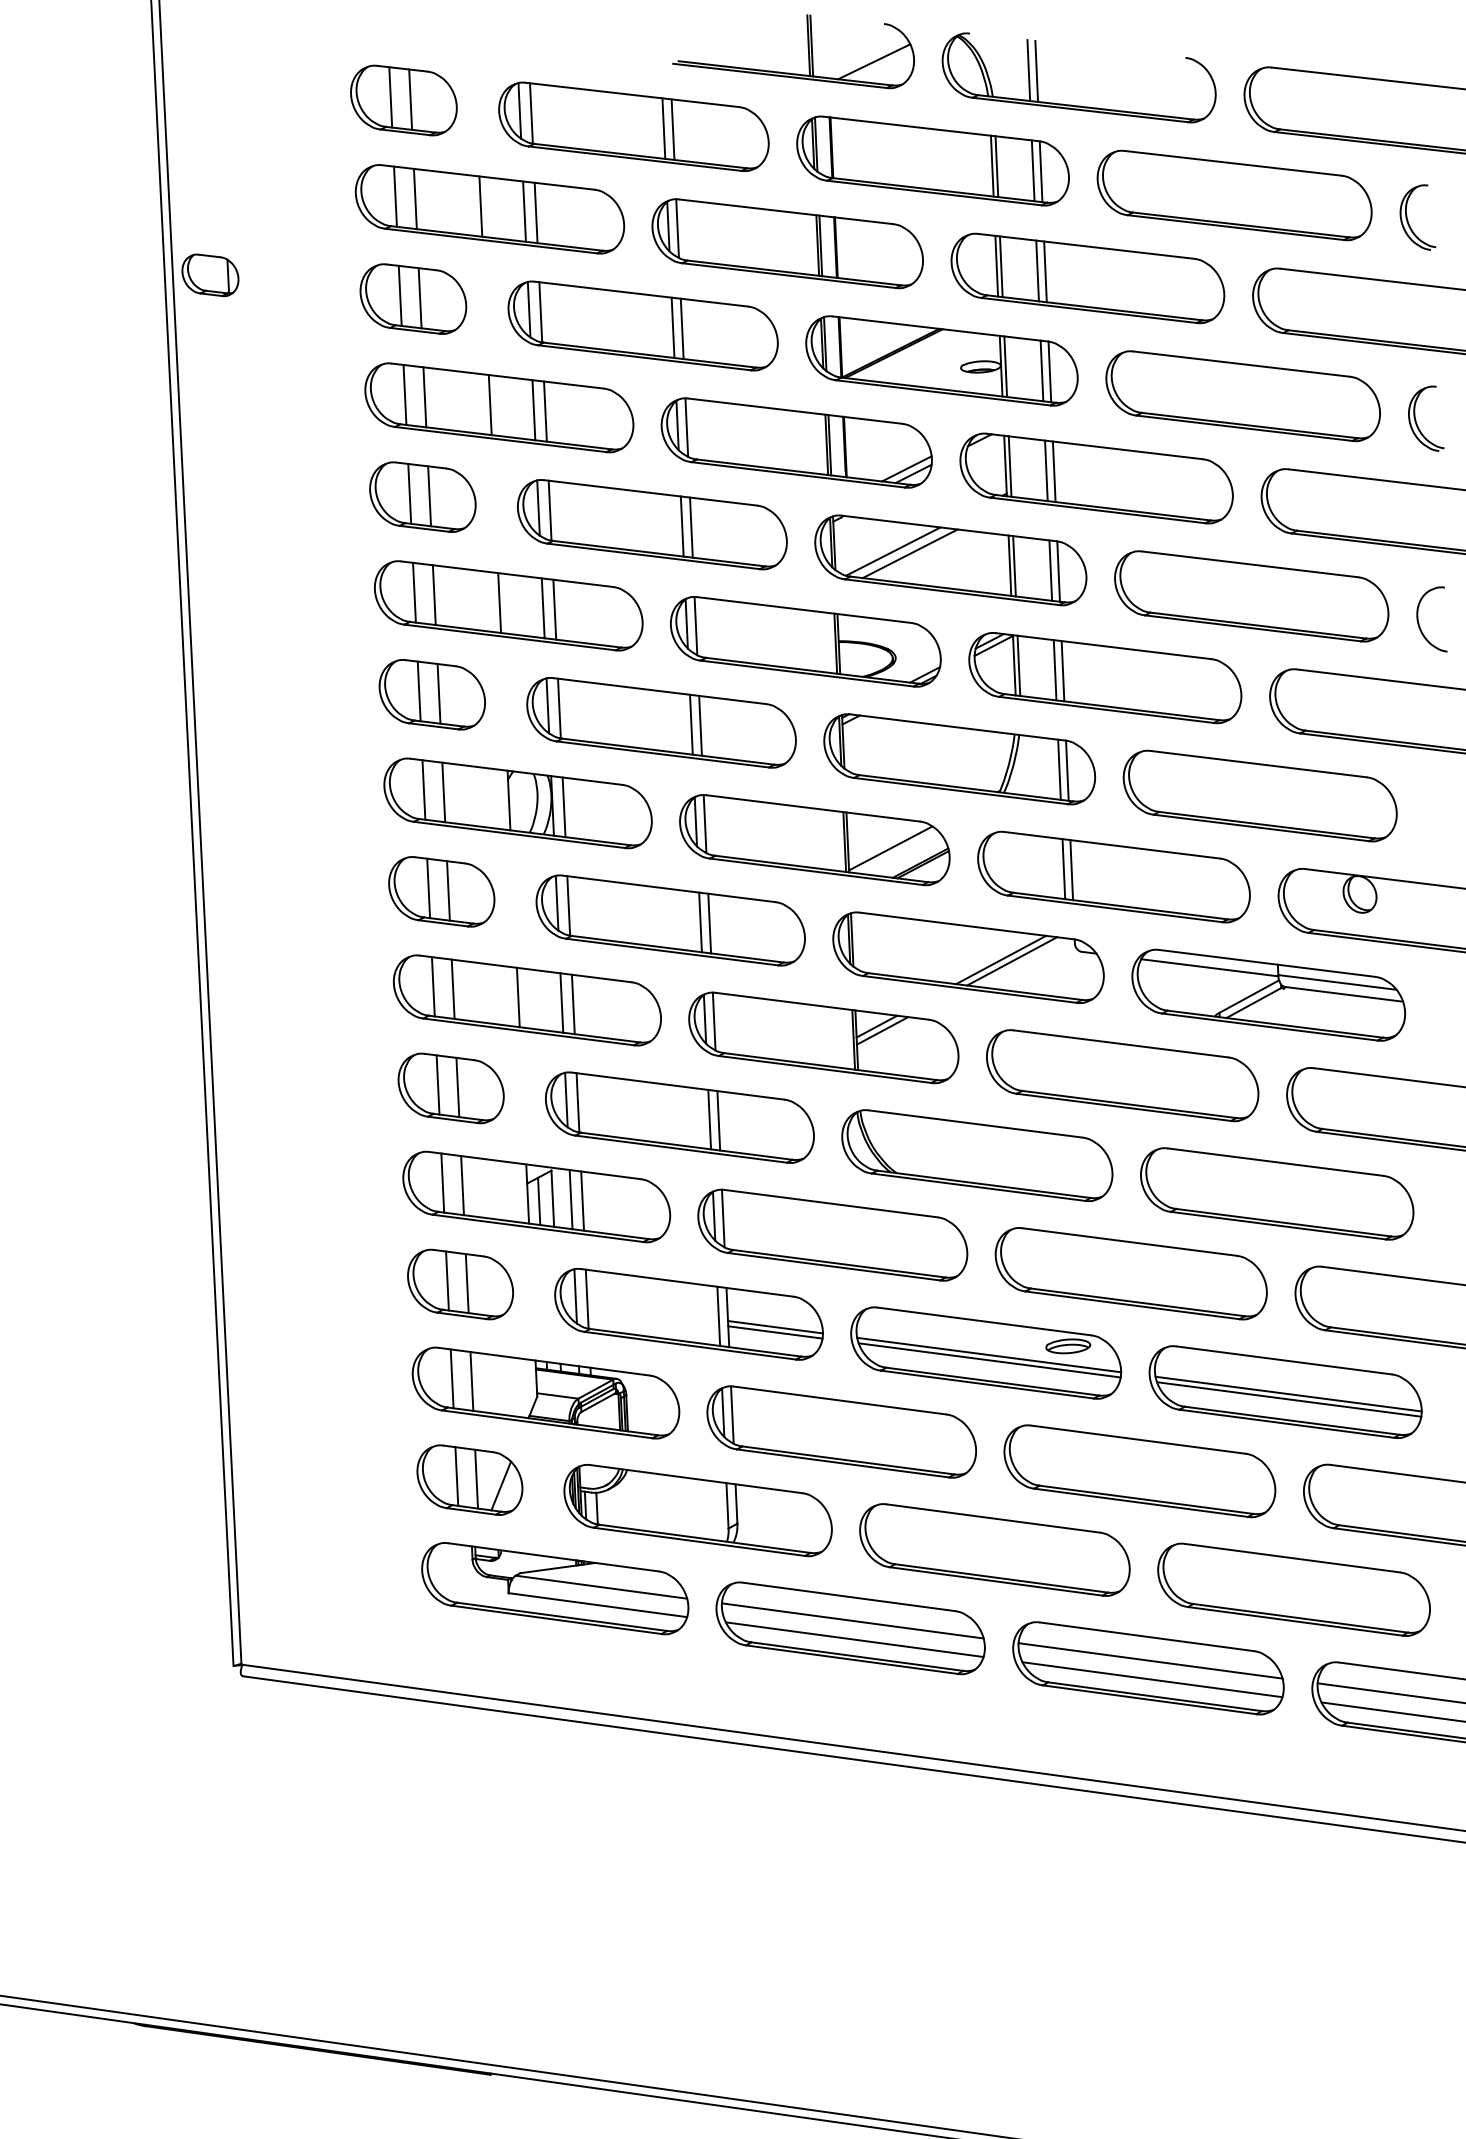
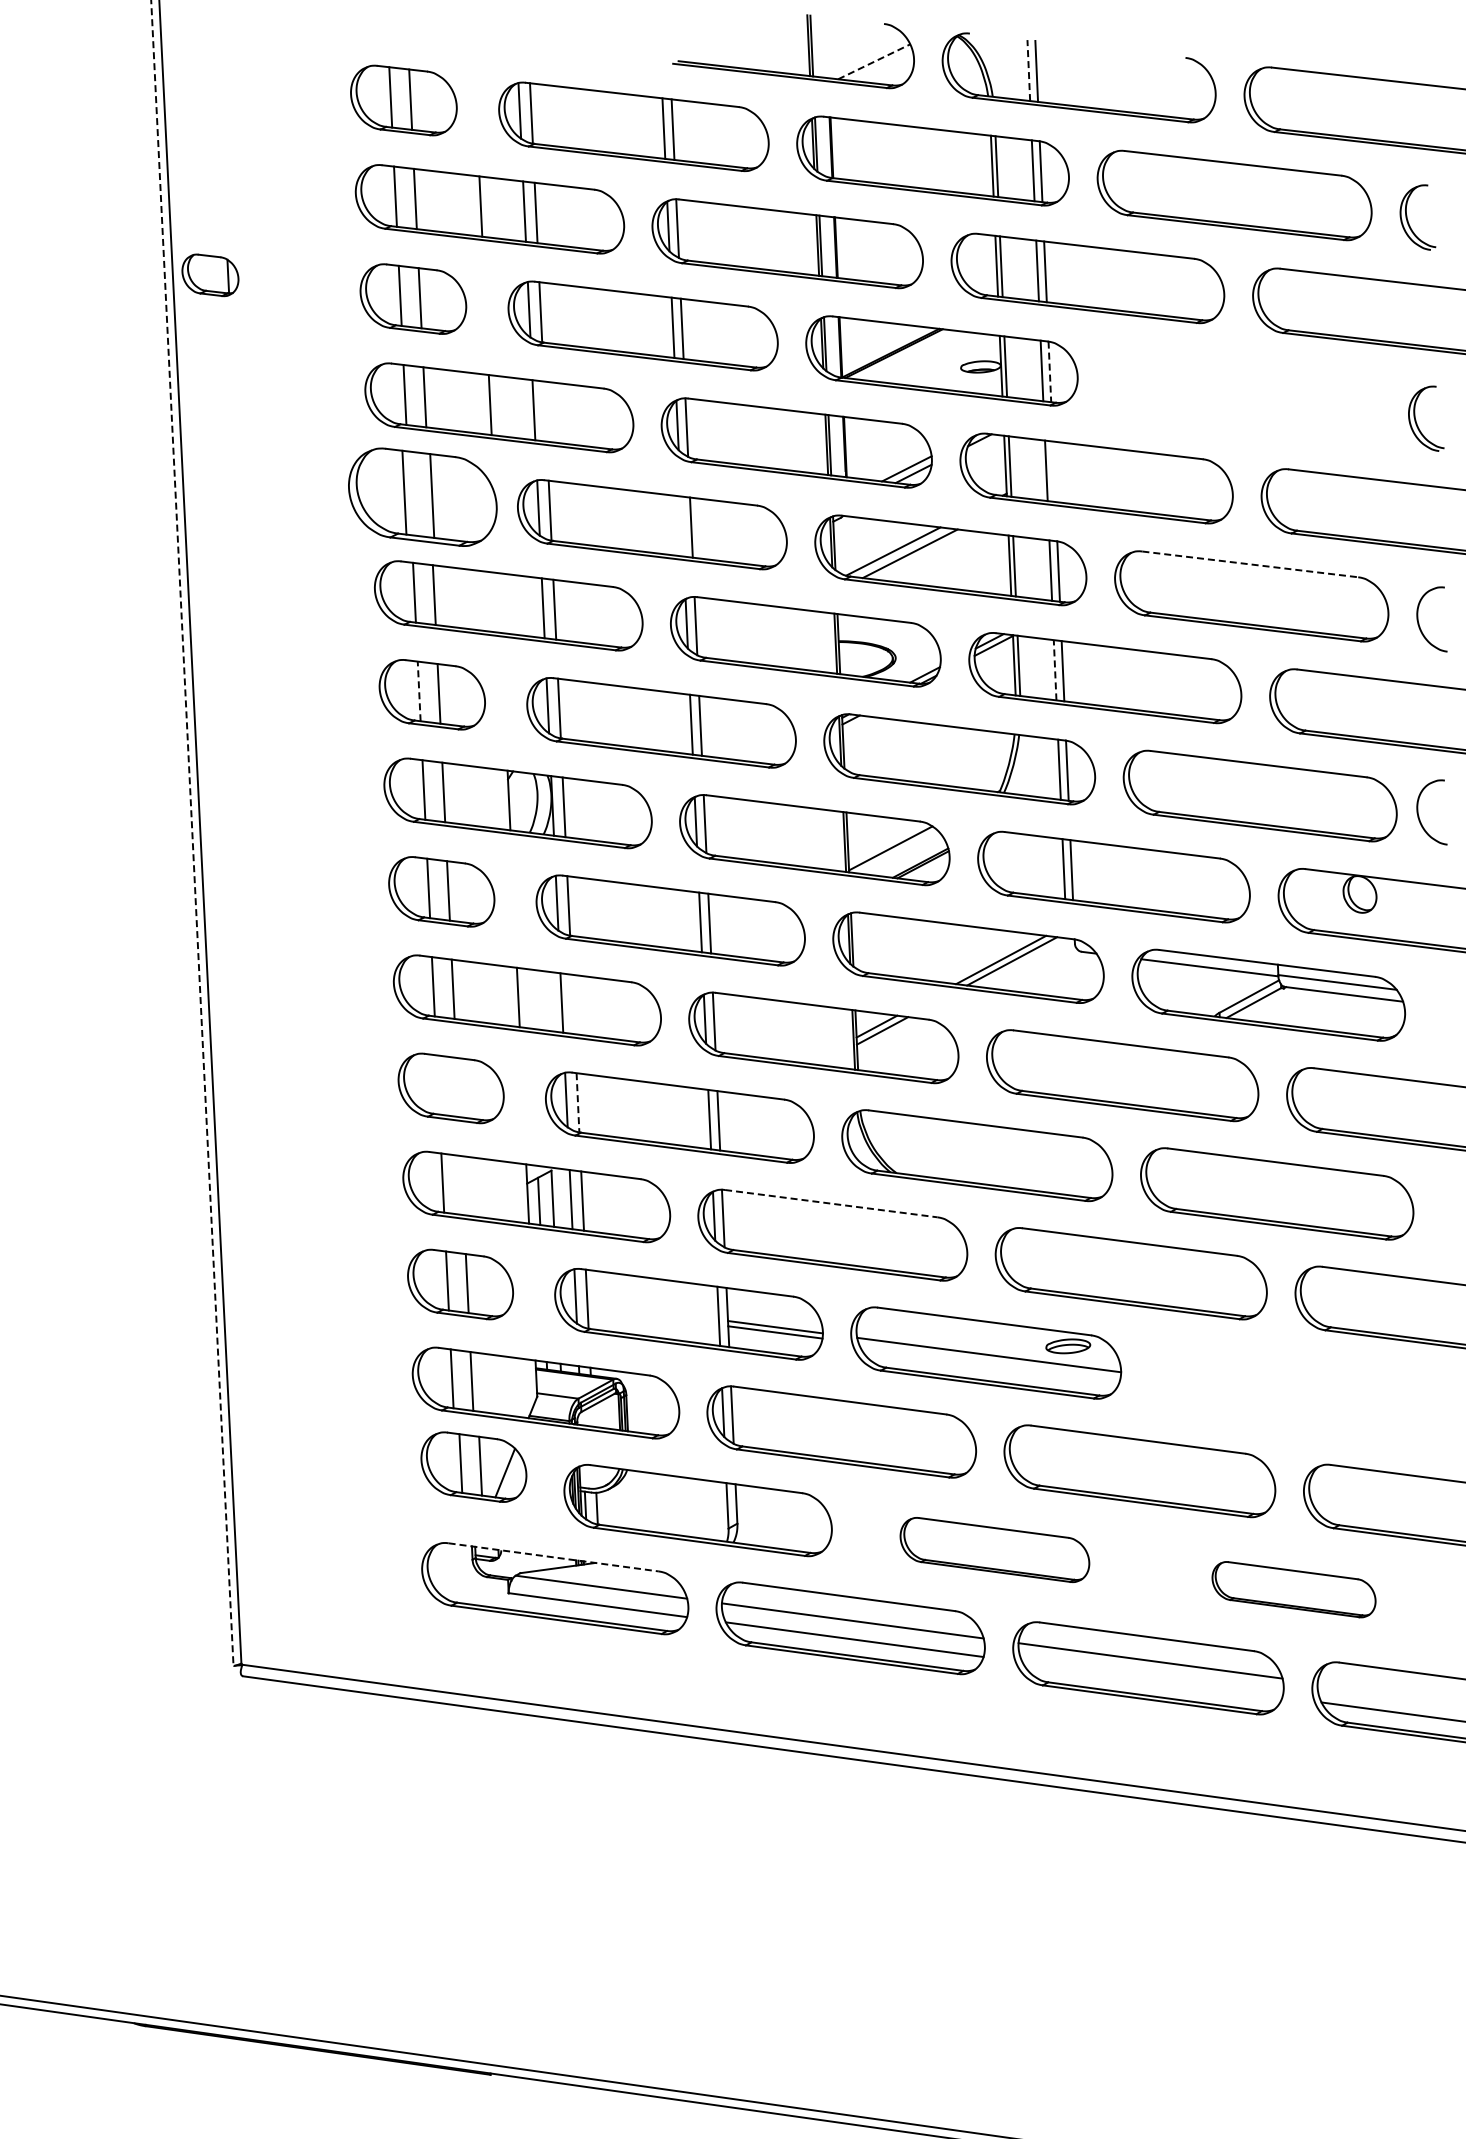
line at (874, 61): solid -> dashed
line at (1028, 70): solid -> dashed
line at (1049, 372): solid -> dashed
part at (1242, 396): present -> none
line at (545, 411): present -> none
line at (1053, 471): present -> none
part at (422, 496) size: 108x72 px -> 150x100 px
line at (681, 526): present -> none
line at (1250, 564): solid -> dashed
line at (499, 602): present -> none
line at (1055, 669): solid -> dashed
line at (419, 691): solid -> dashed
curve at (1419, 816): none -> present
line at (192, 832): solid -> dashed
line at (572, 1004): present -> none
line at (437, 1084): present -> none
line at (457, 1087): present -> none
line at (577, 1102): solid -> dashed
line at (462, 1185): present -> none
line at (831, 1203): solid -> dashed
line at (989, 1360): present -> none
part at (1285, 1391): present -> none
part at (469, 1479) position: (469, 1479) -> (473, 1466)
part at (994, 1549) size: 272x94 px -> 192x67 px
line at (554, 1557): solid -> dashed
part at (1293, 1589) size: 274x95 px -> 166x58 px
line at (1152, 1679): present -> none
line at (1389, 1692): present -> none
